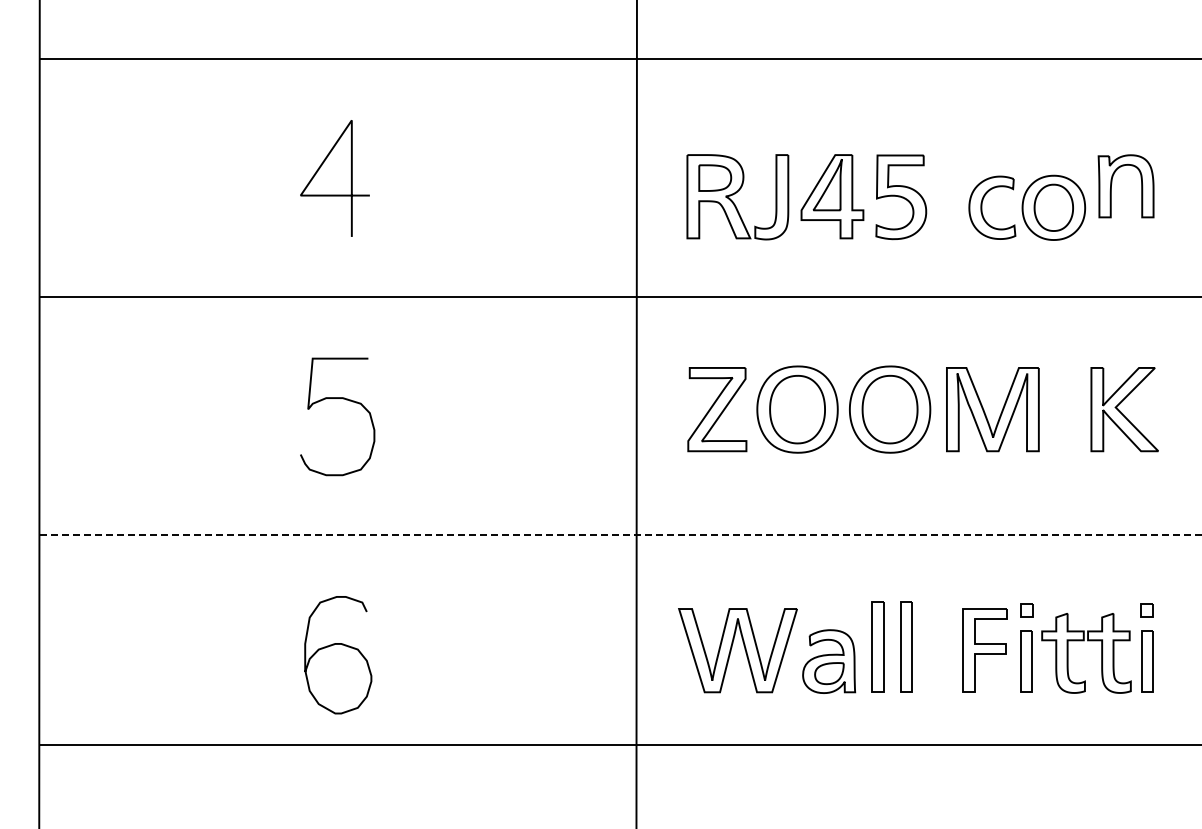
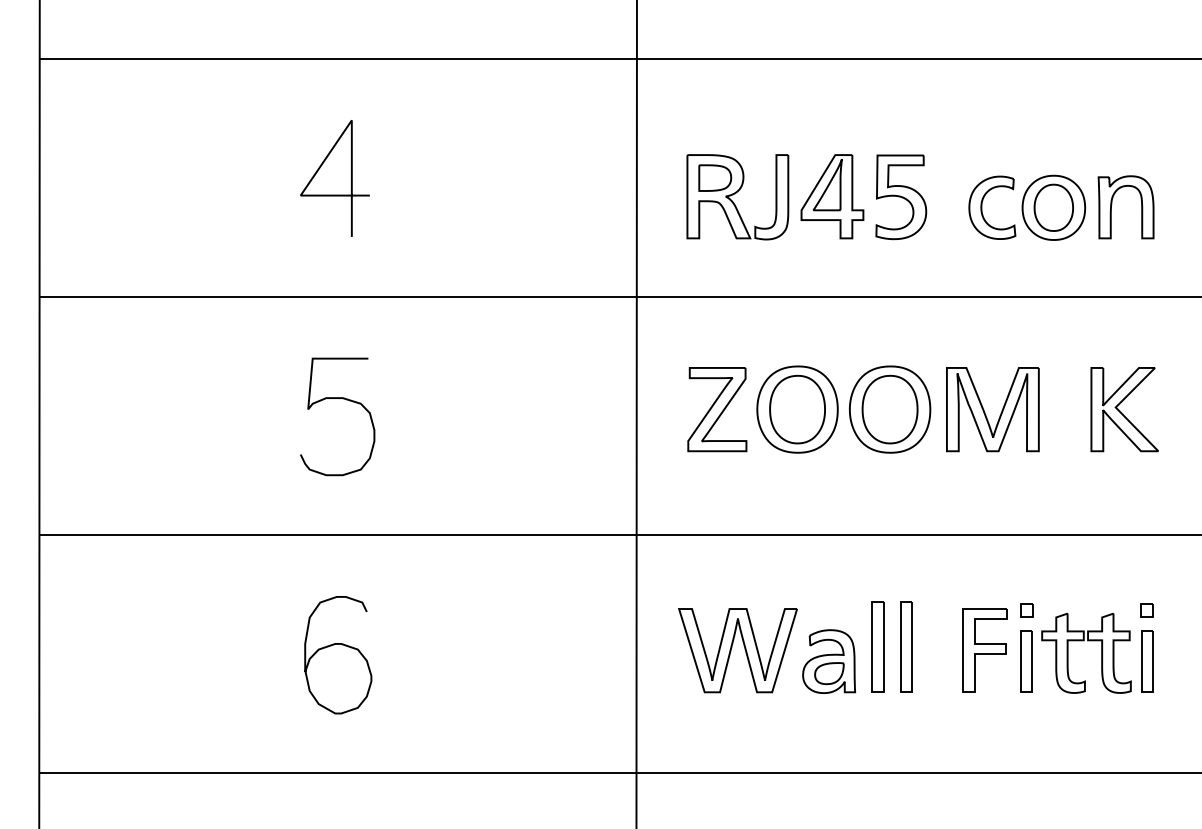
part at (1112, 183) position: (1112, 183) -> (1112, 204)
line at (621, 535): dashed -> solid
line at (619, 745) position: (619, 745) -> (619, 773)
